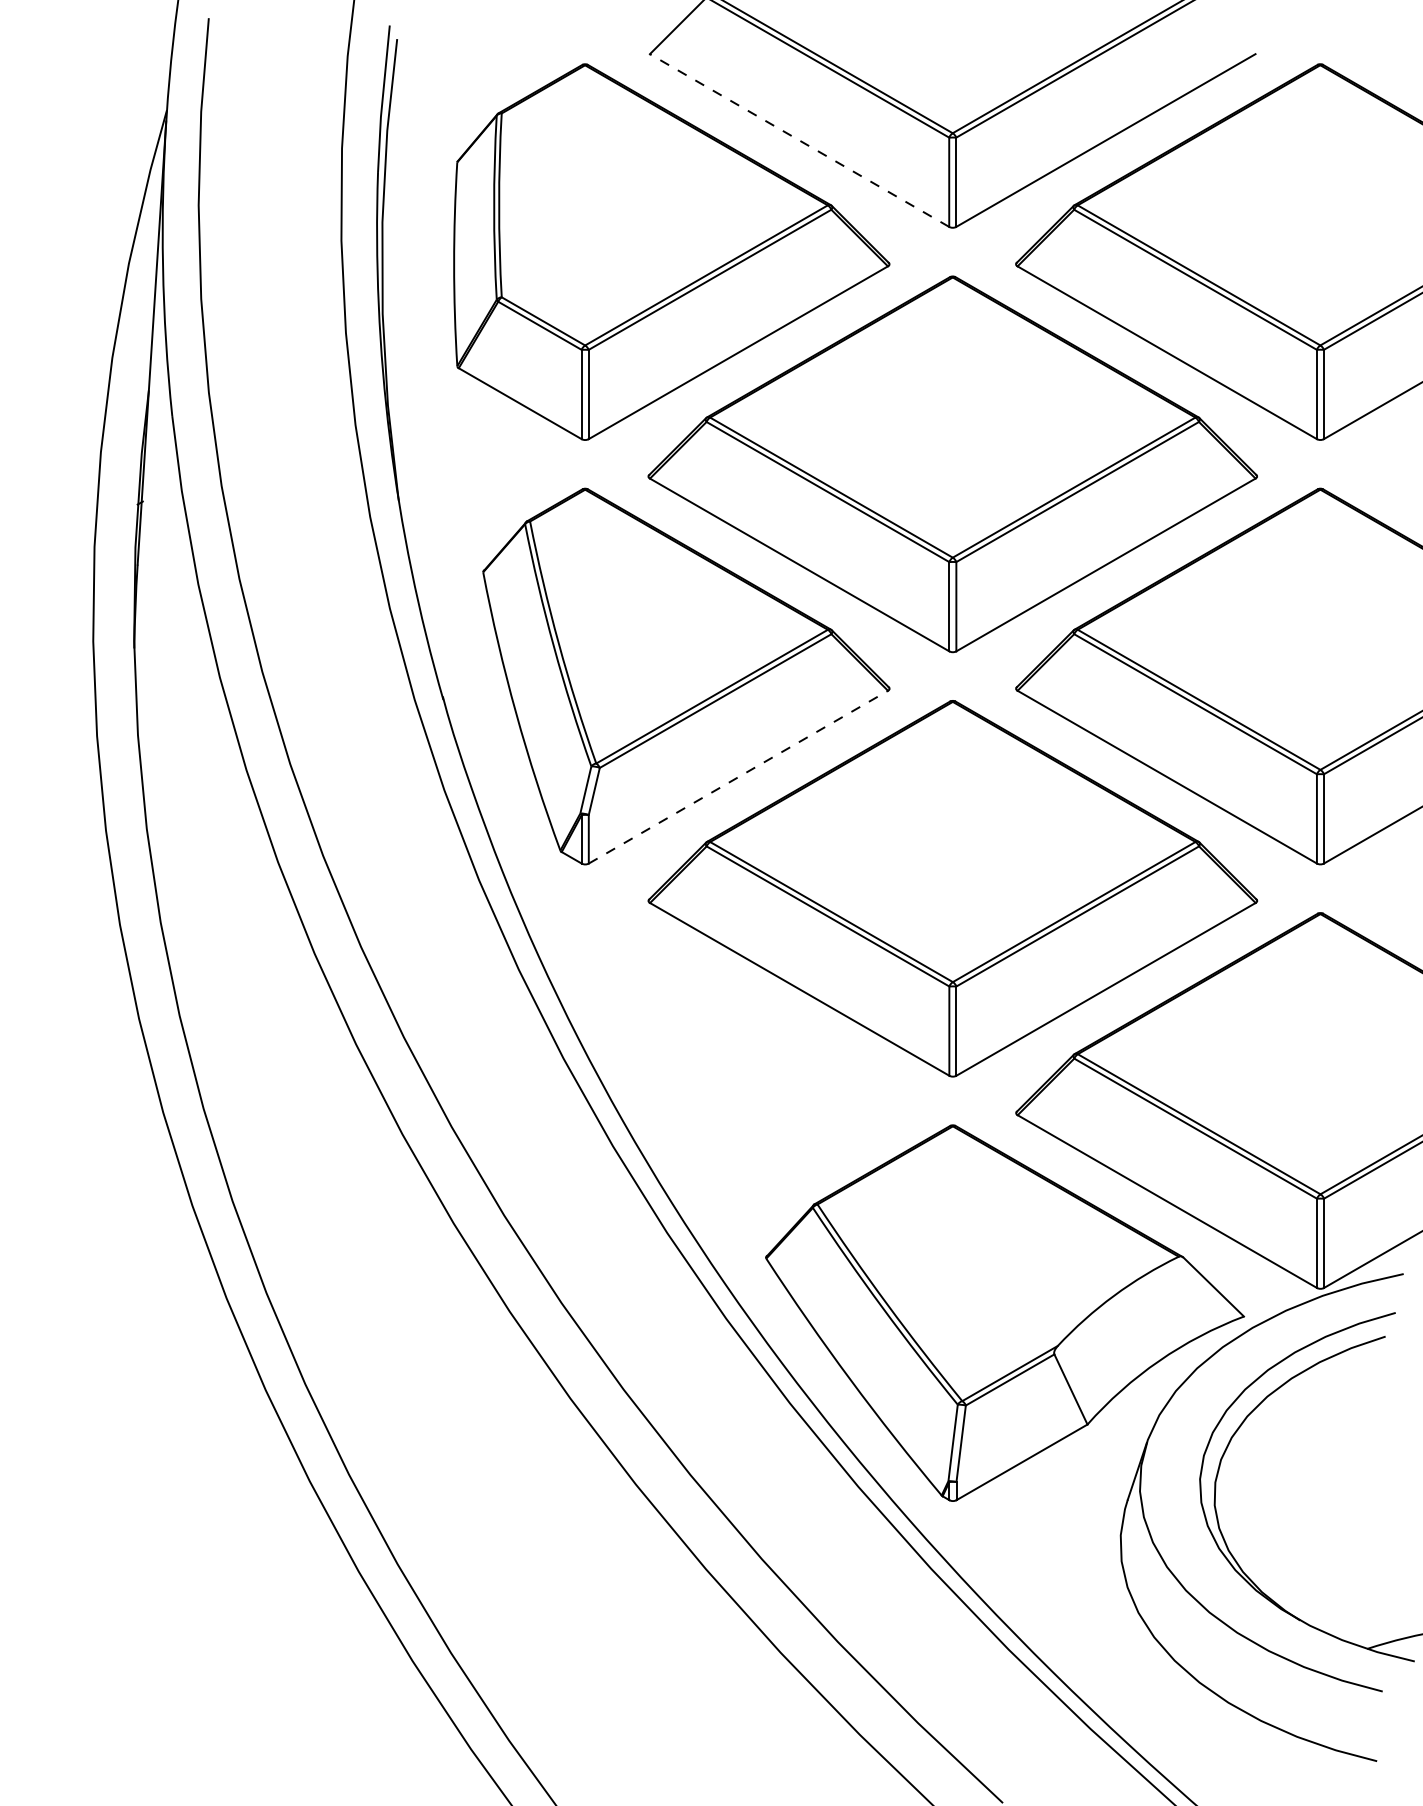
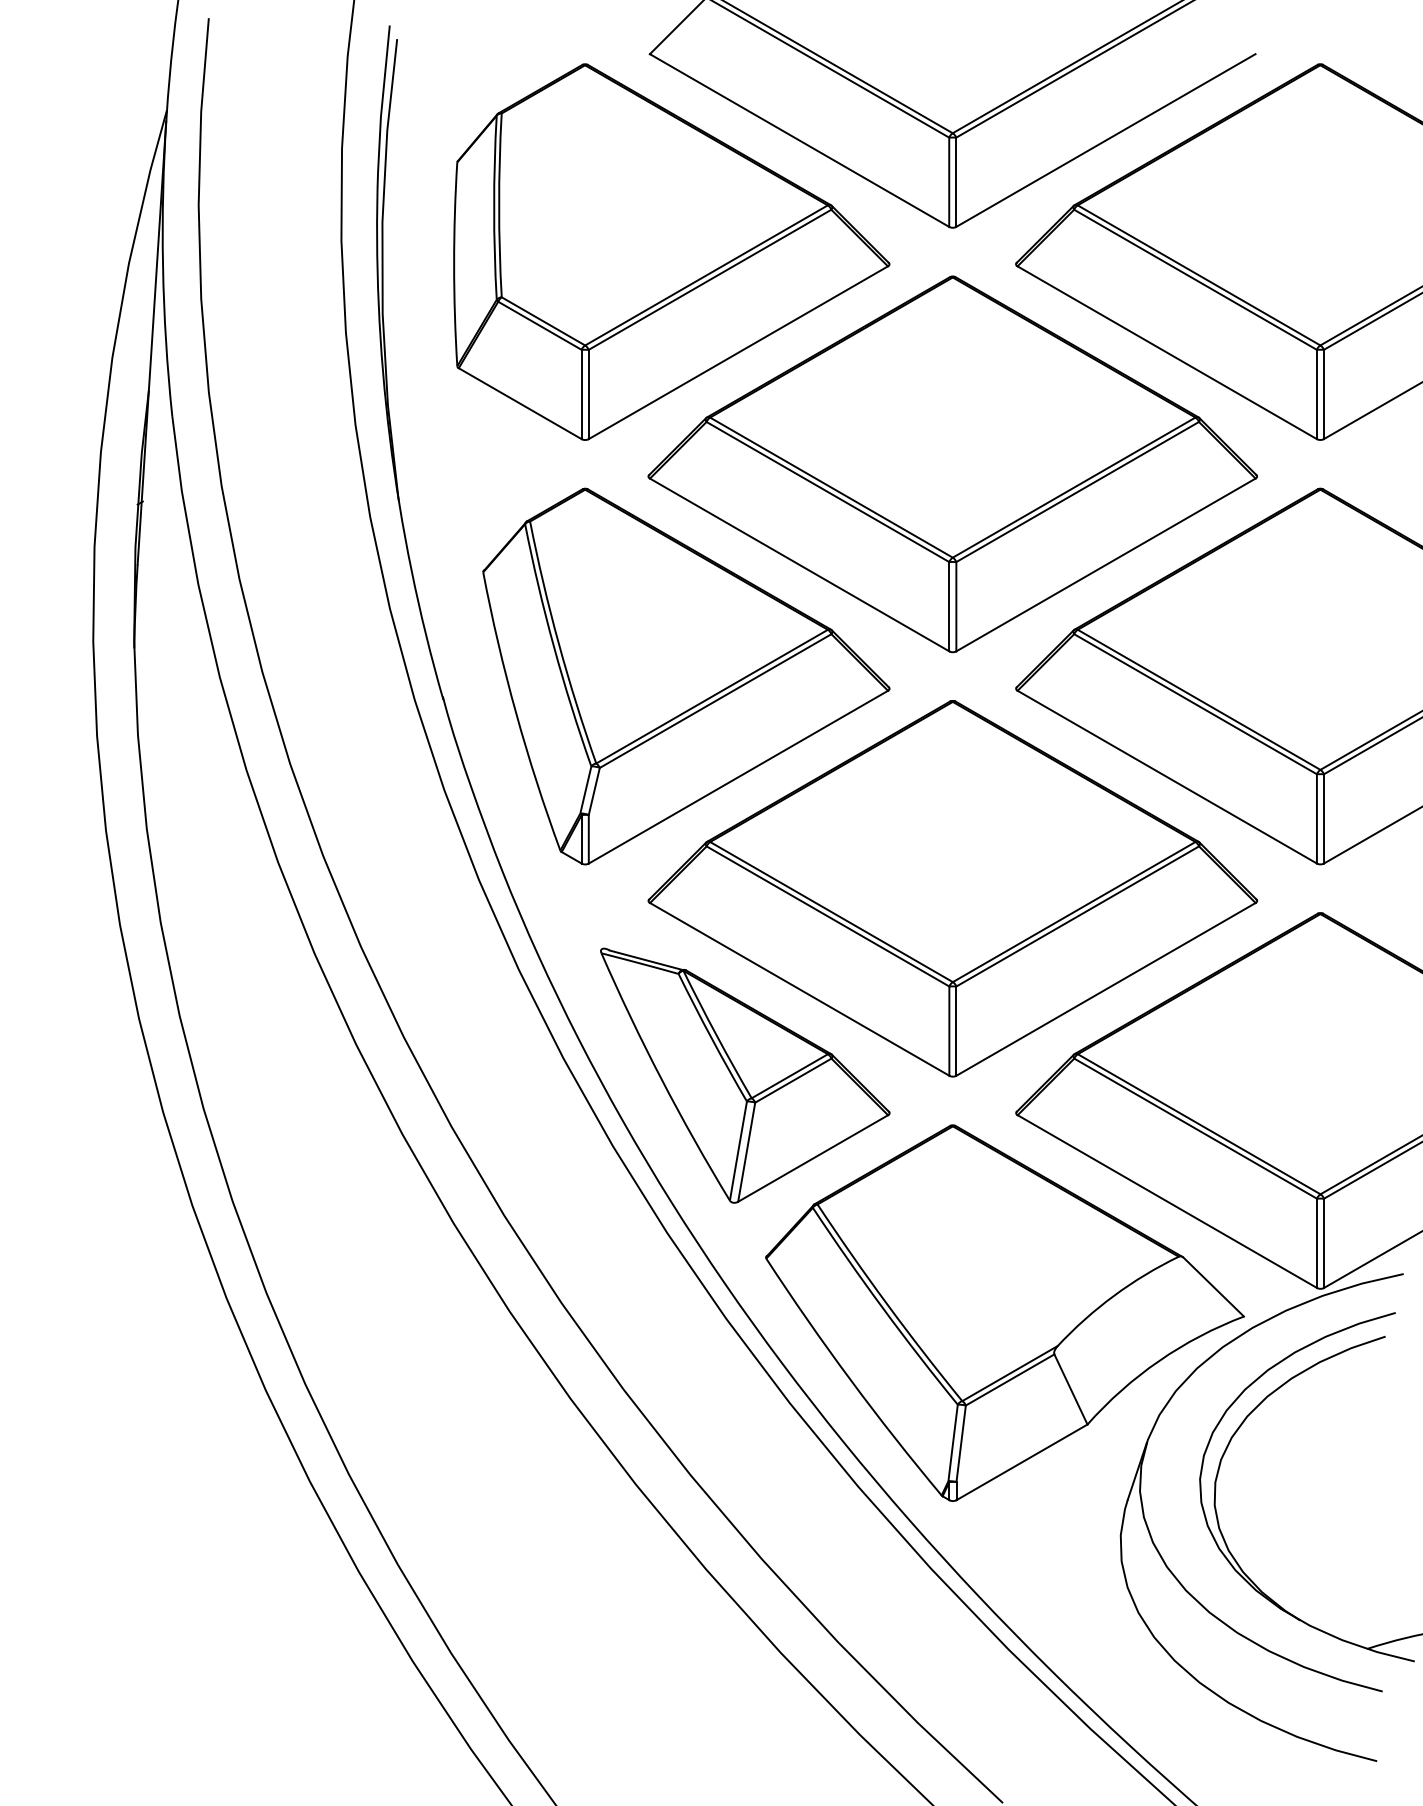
line at (799, 140): dashed -> solid
line at (738, 777): dashed -> solid
part at (745, 1075): none -> present
